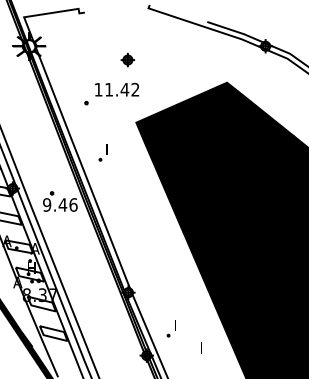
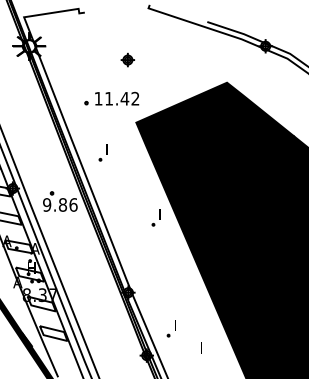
text at (117, 89) position: (117, 89) -> (117, 98)
text at (62, 204): 9.46 -> 9.86
part at (155, 217): none -> present
